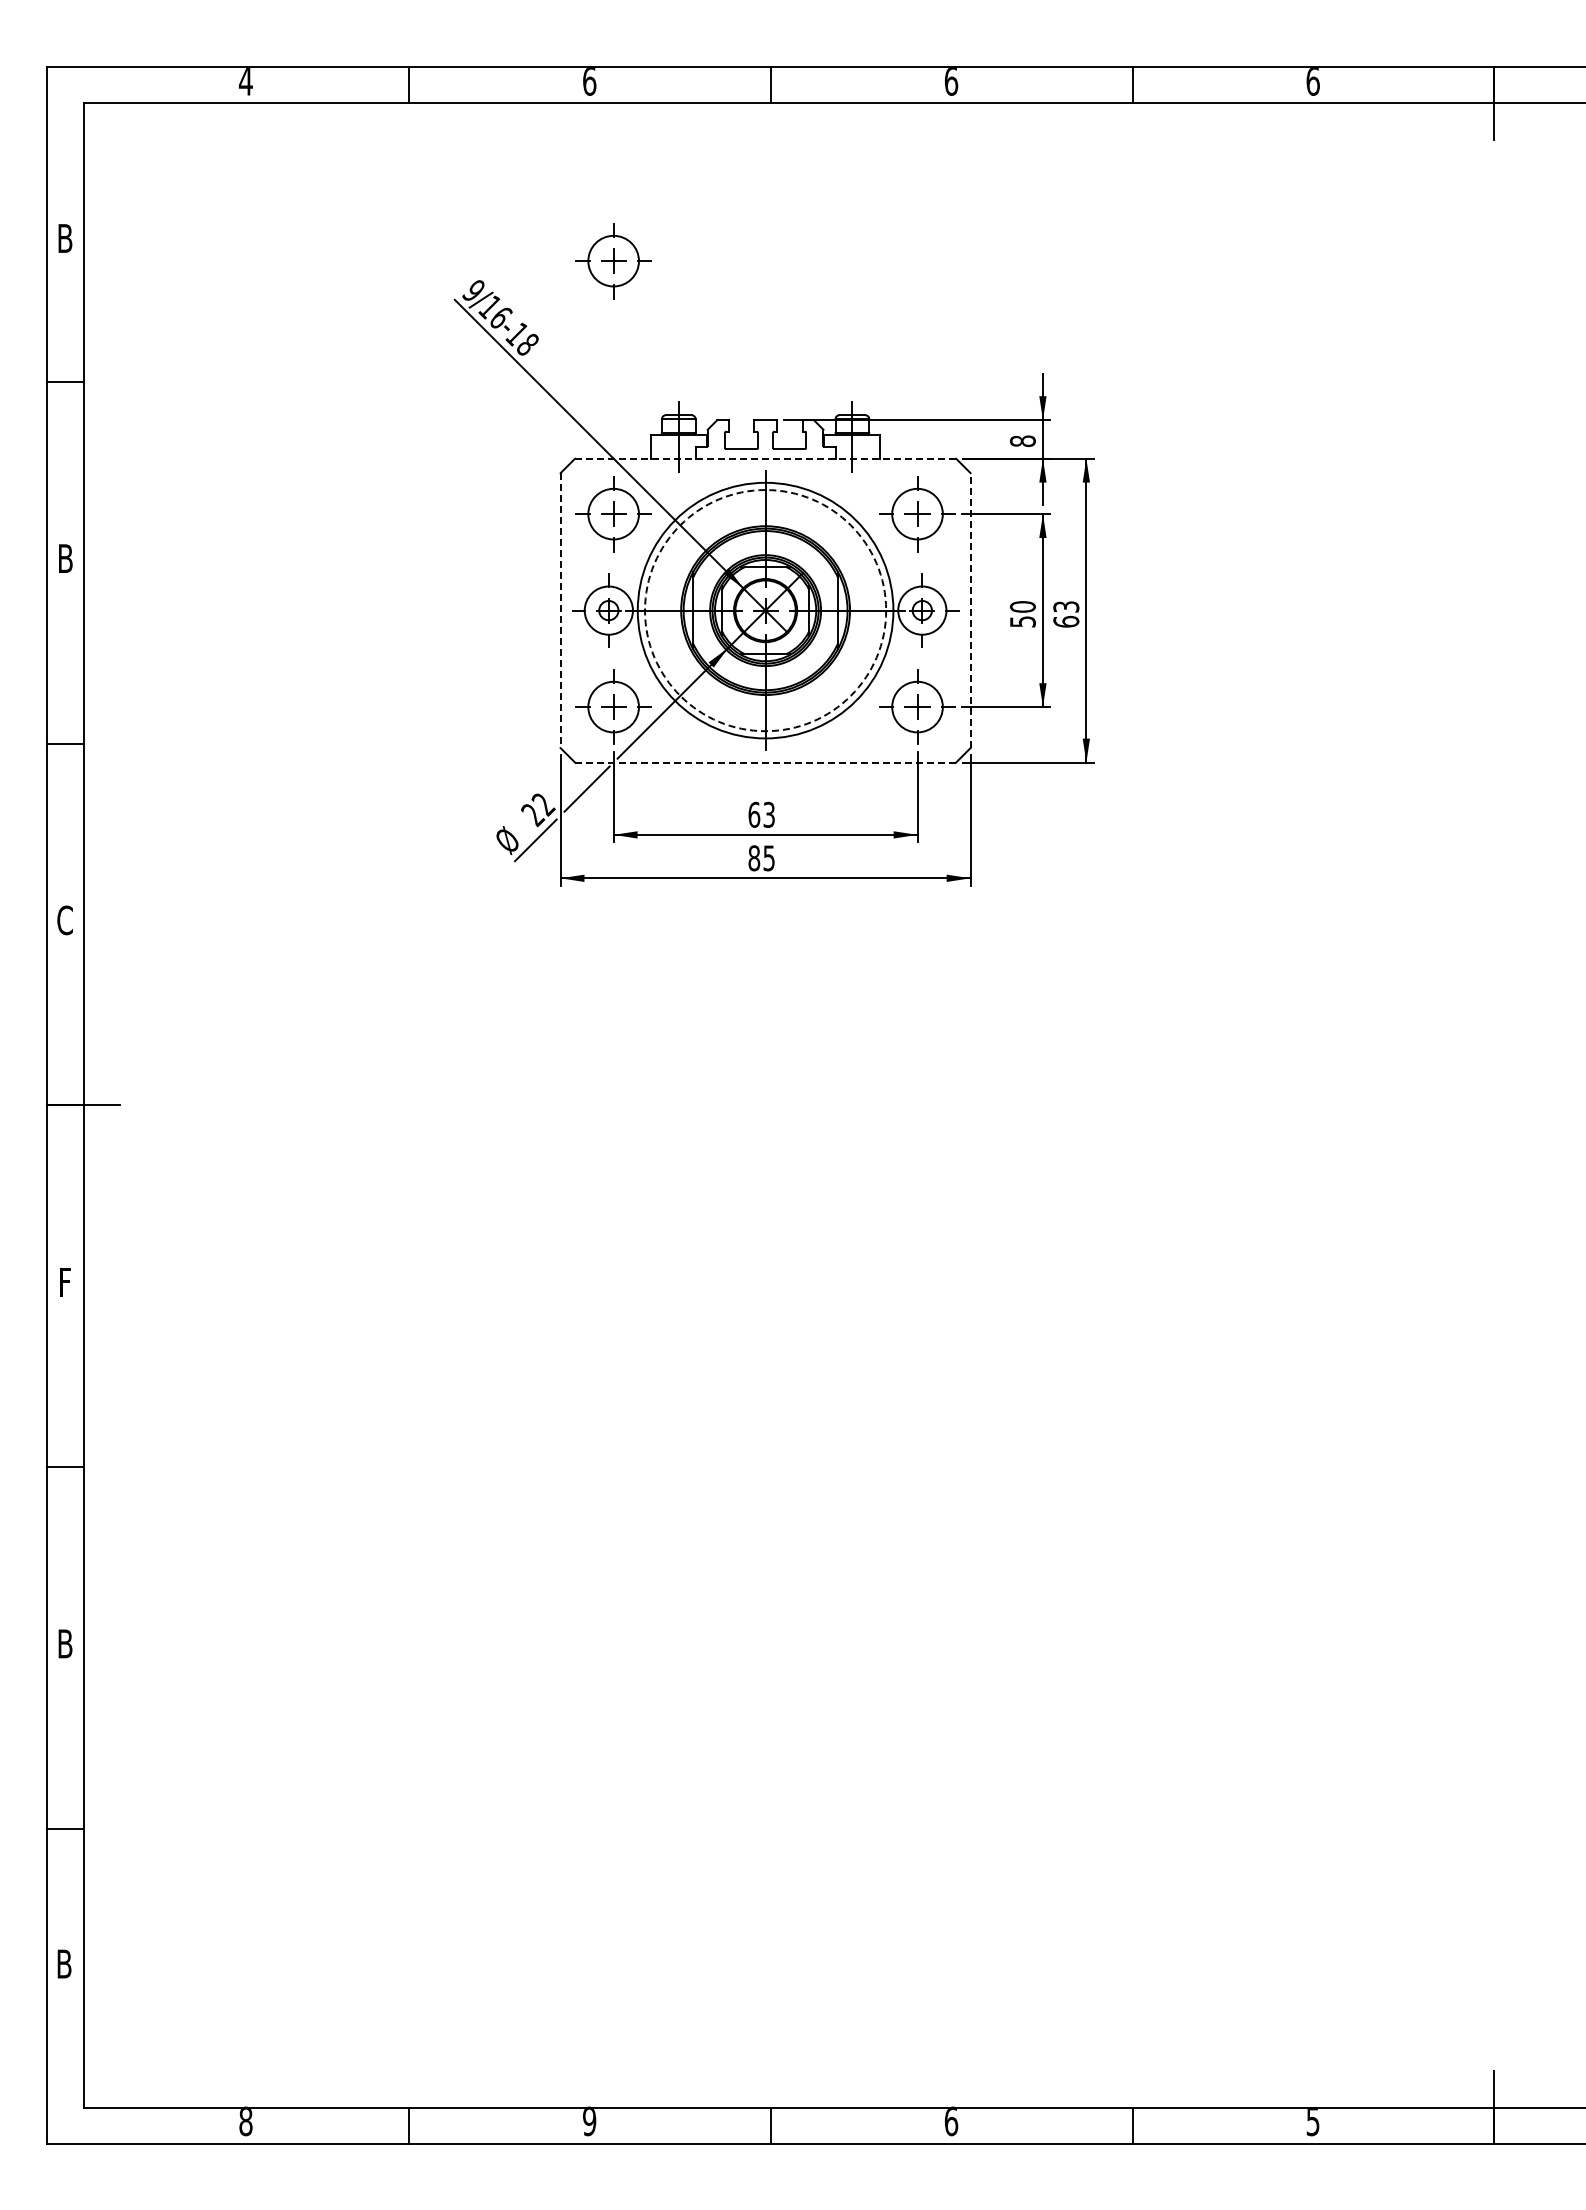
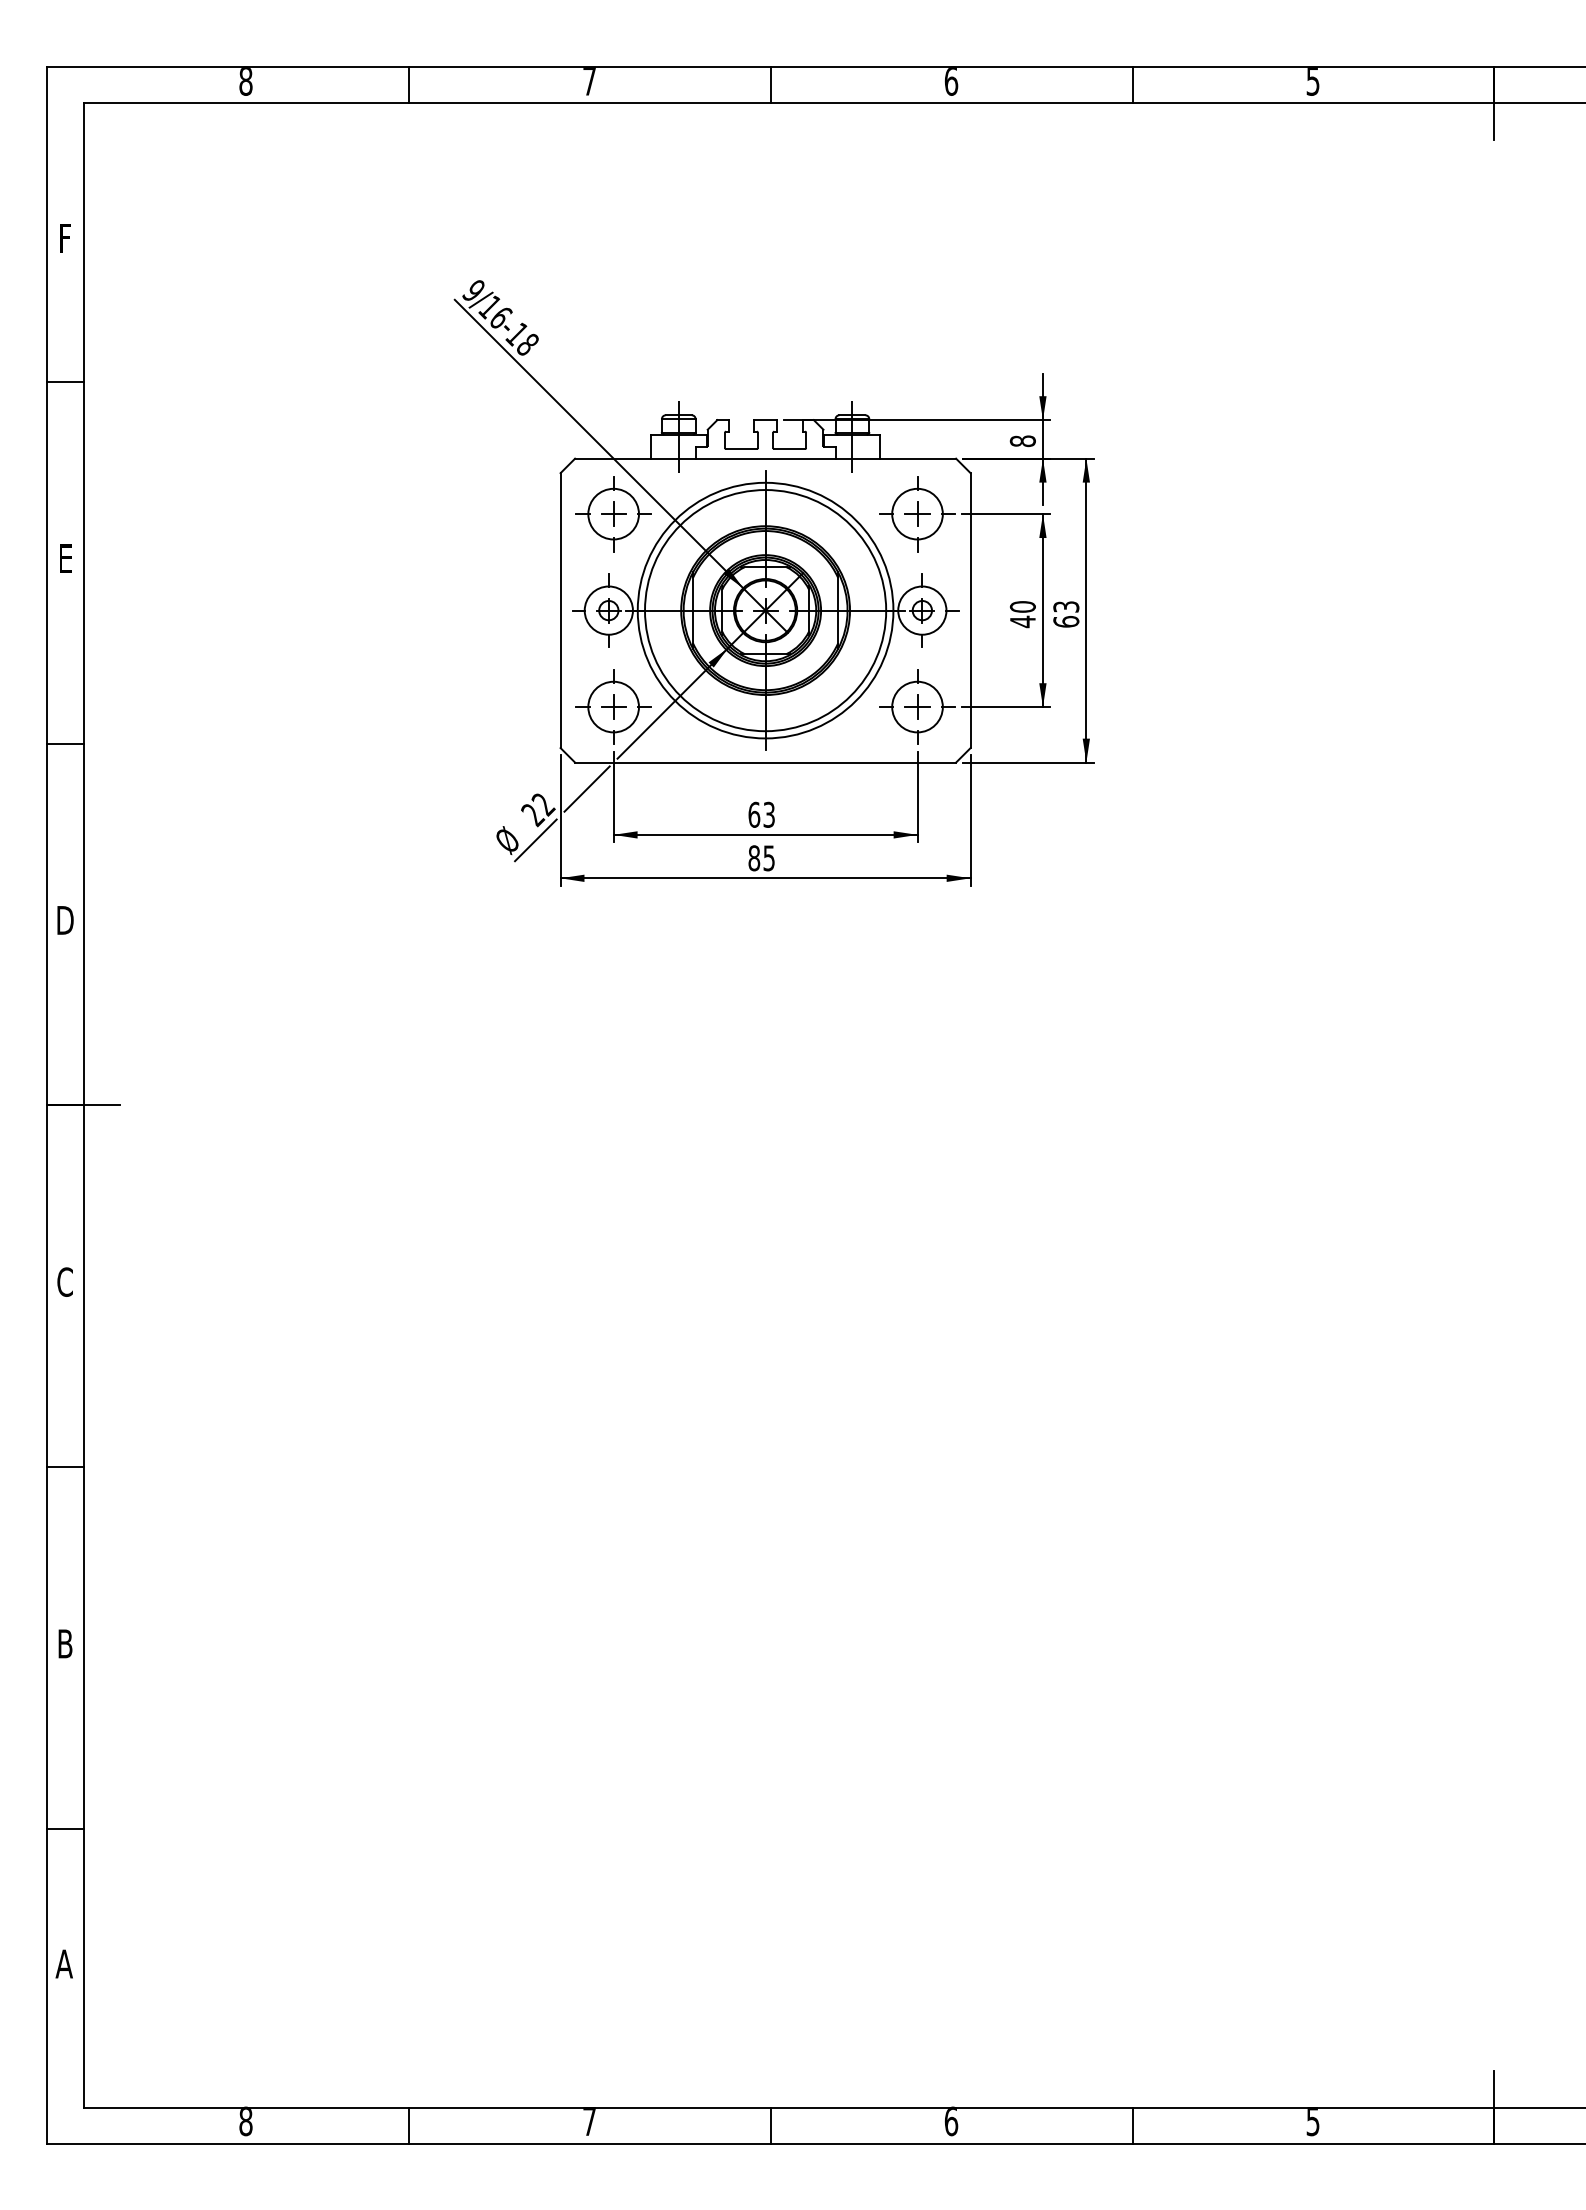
text at (245, 81): 4 -> 8
text at (589, 81): 6 -> 7
text at (1312, 81): 6 -> 5
text at (65, 238): B -> F
part at (613, 261): present -> none
line at (765, 458): dashed -> solid
text at (65, 558): B -> E
circle at (765, 610): dashed -> solid
line at (970, 610): dashed -> solid
line at (560, 611): dashed -> solid
text at (1022, 621): 50 -> 40
line at (765, 762): dashed -> solid
text at (65, 920): C -> D
text at (64, 1281): F -> C
text at (63, 1963): B -> A
text at (589, 2121): 9 -> 7
